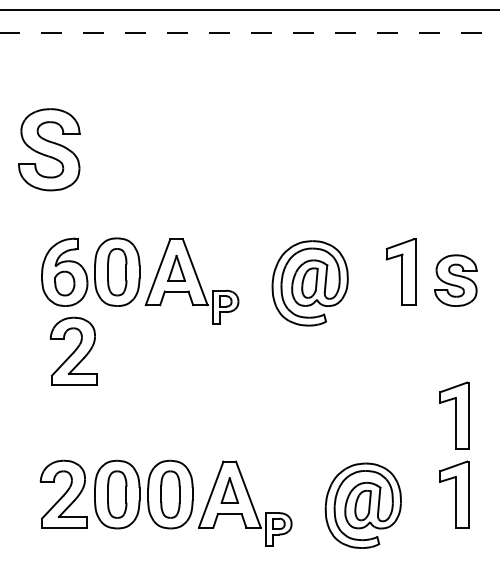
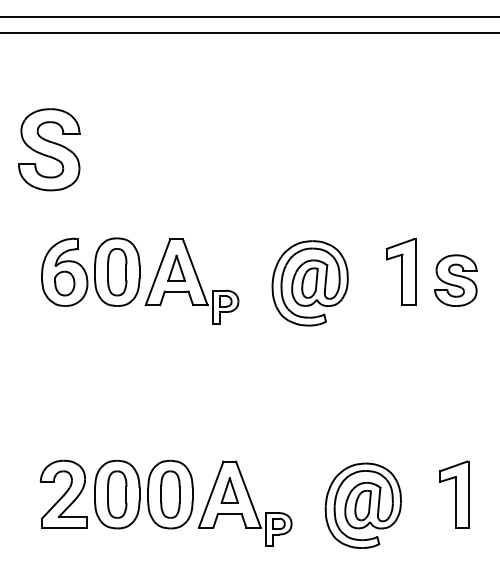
line at (249, 9) position: (249, 9) -> (249, 16)
line at (250, 32): dashed -> solid
part at (73, 350): present -> none
part at (454, 415): present -> none
